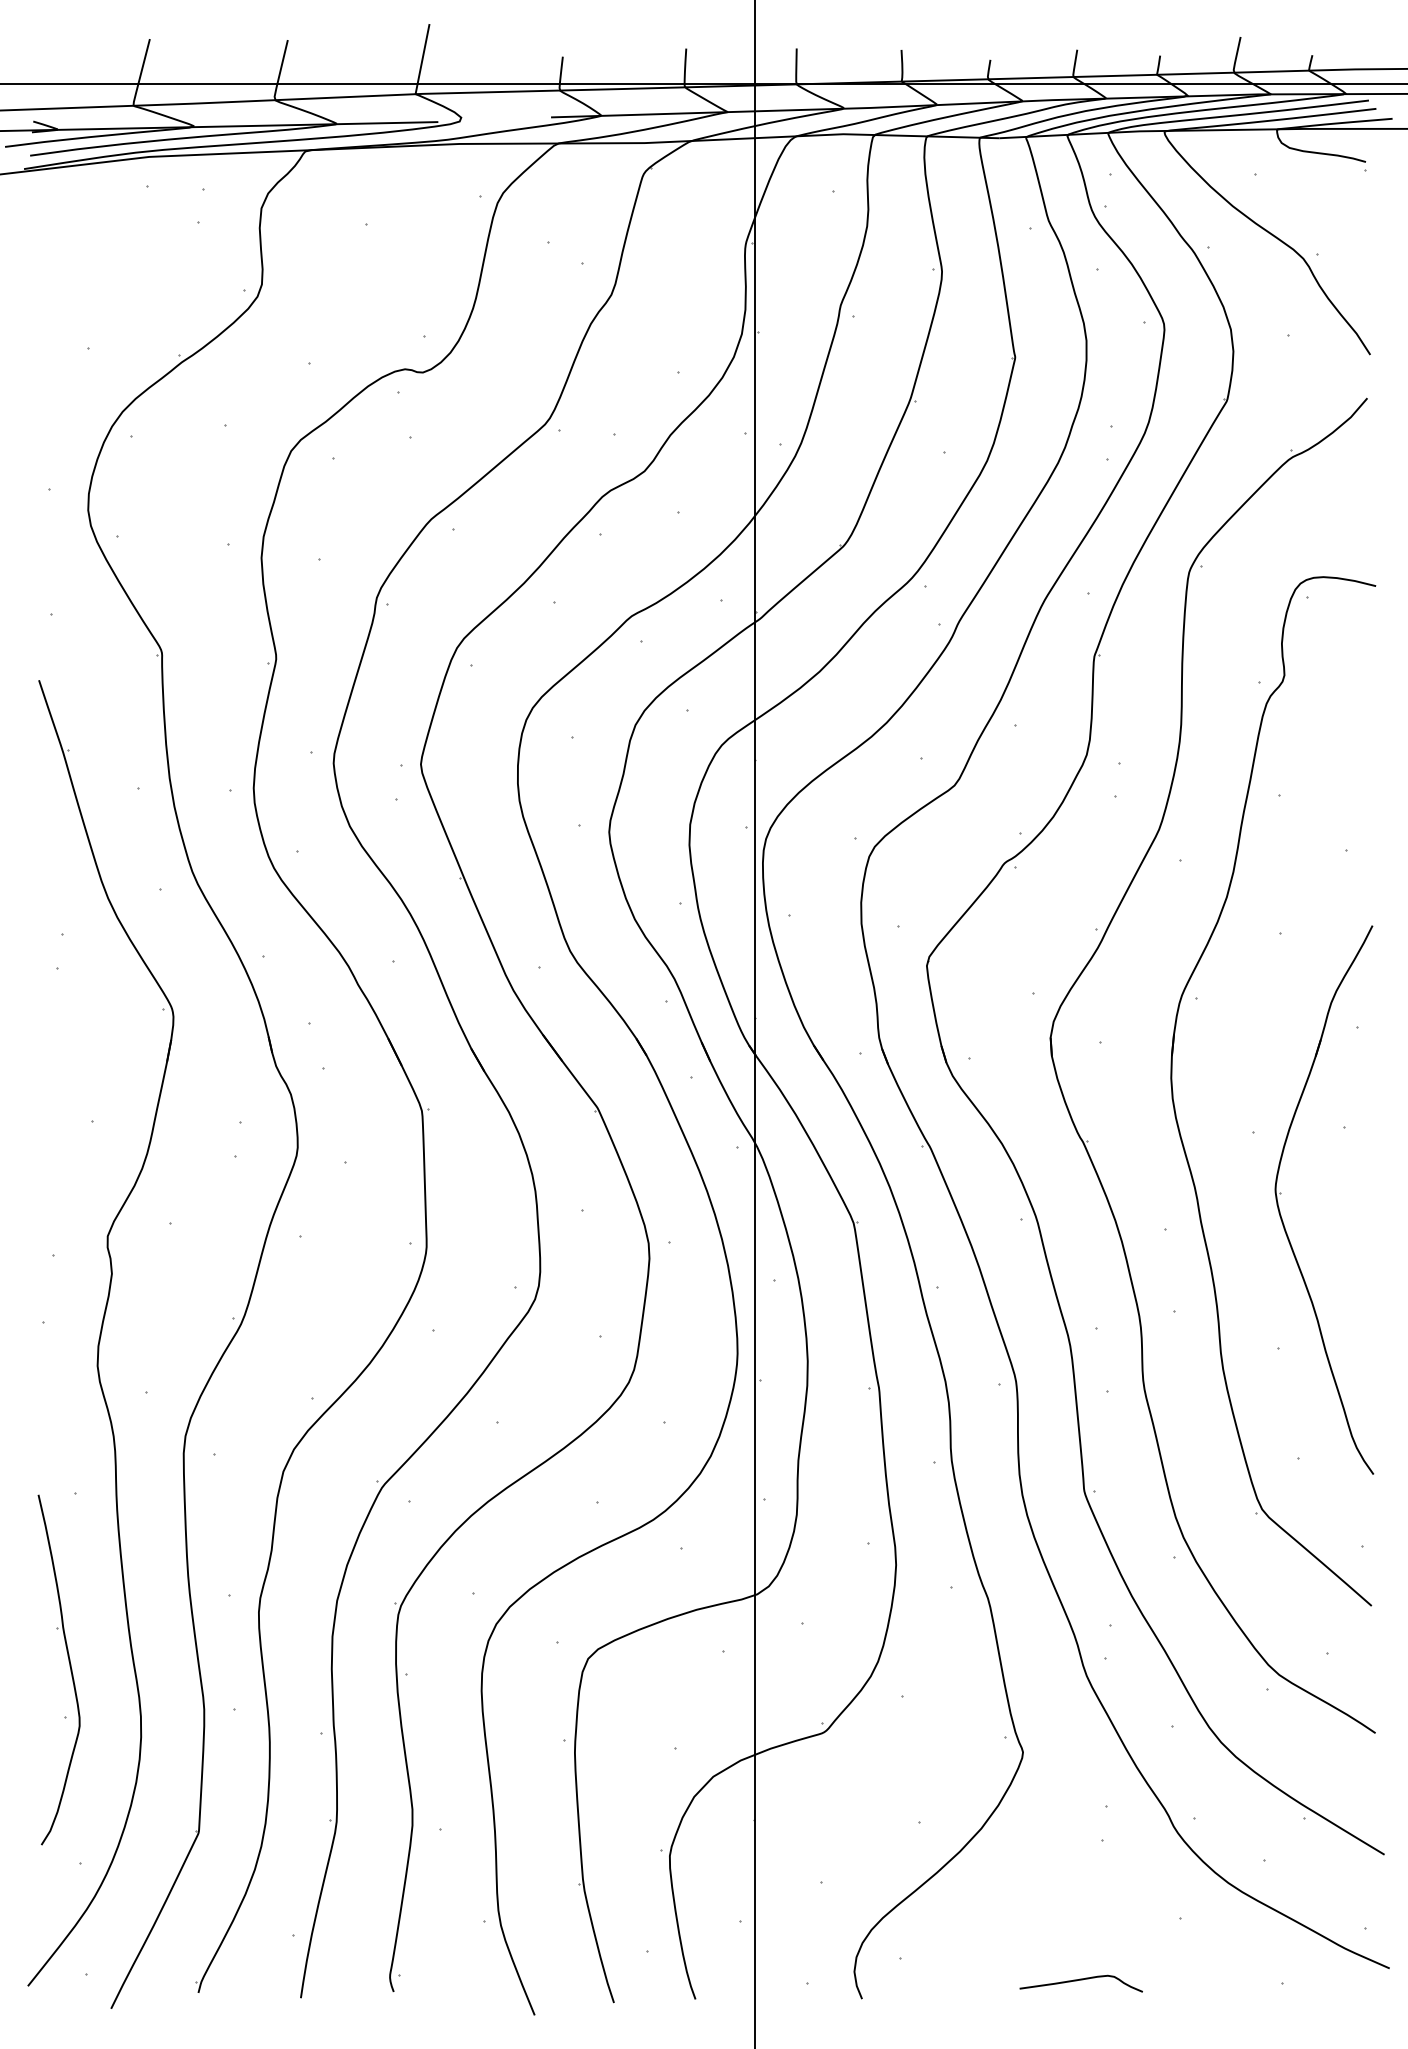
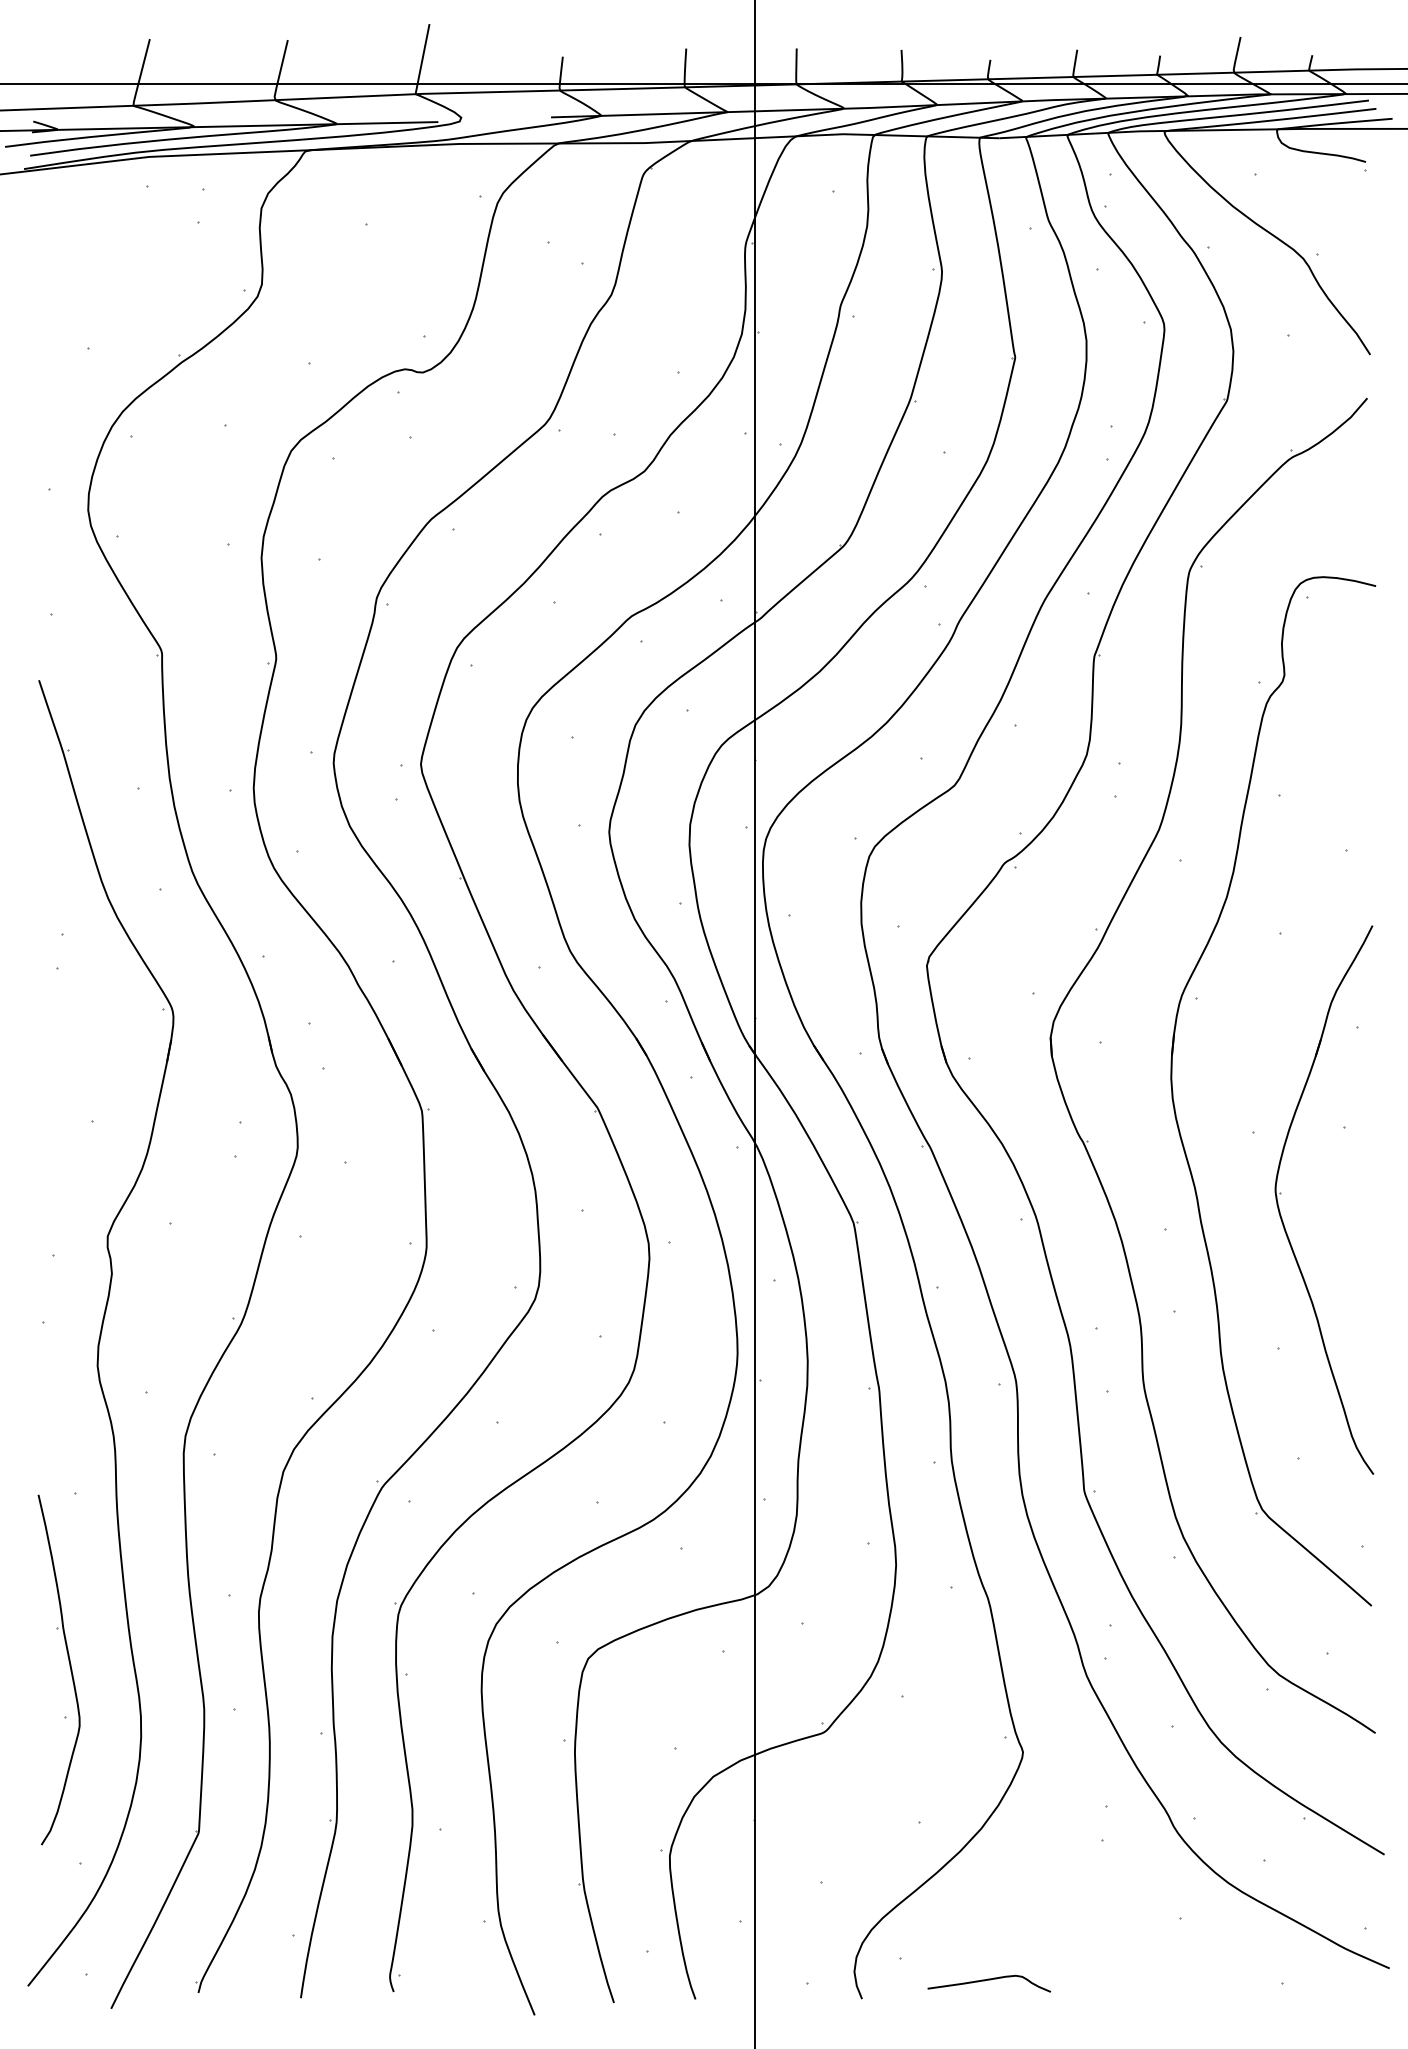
curve at (1080, 1980) position: (1080, 1980) -> (988, 1980)
